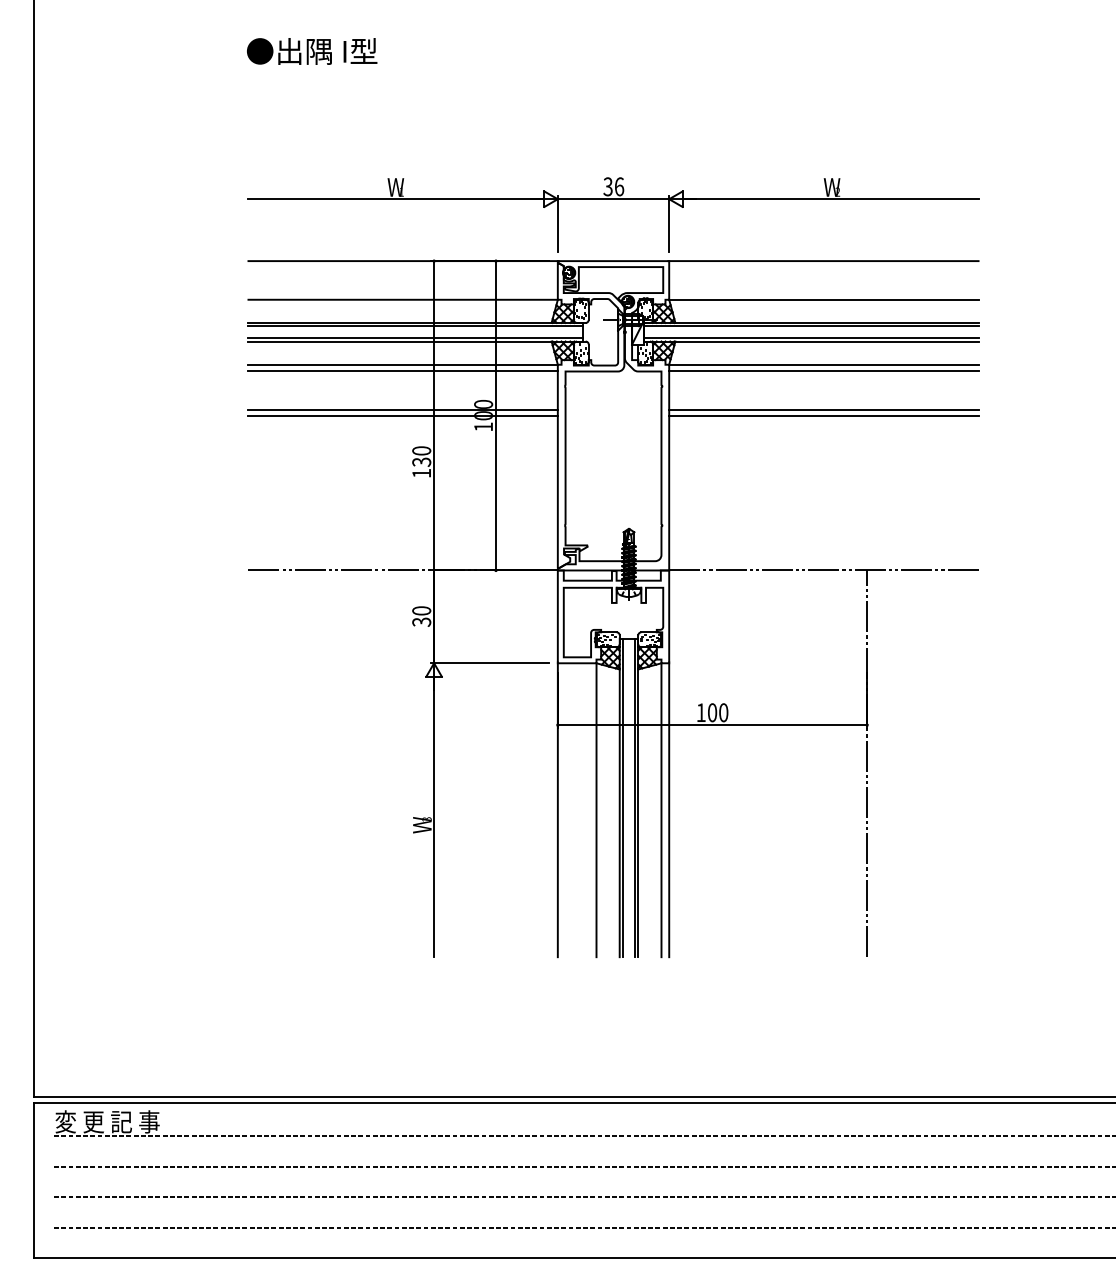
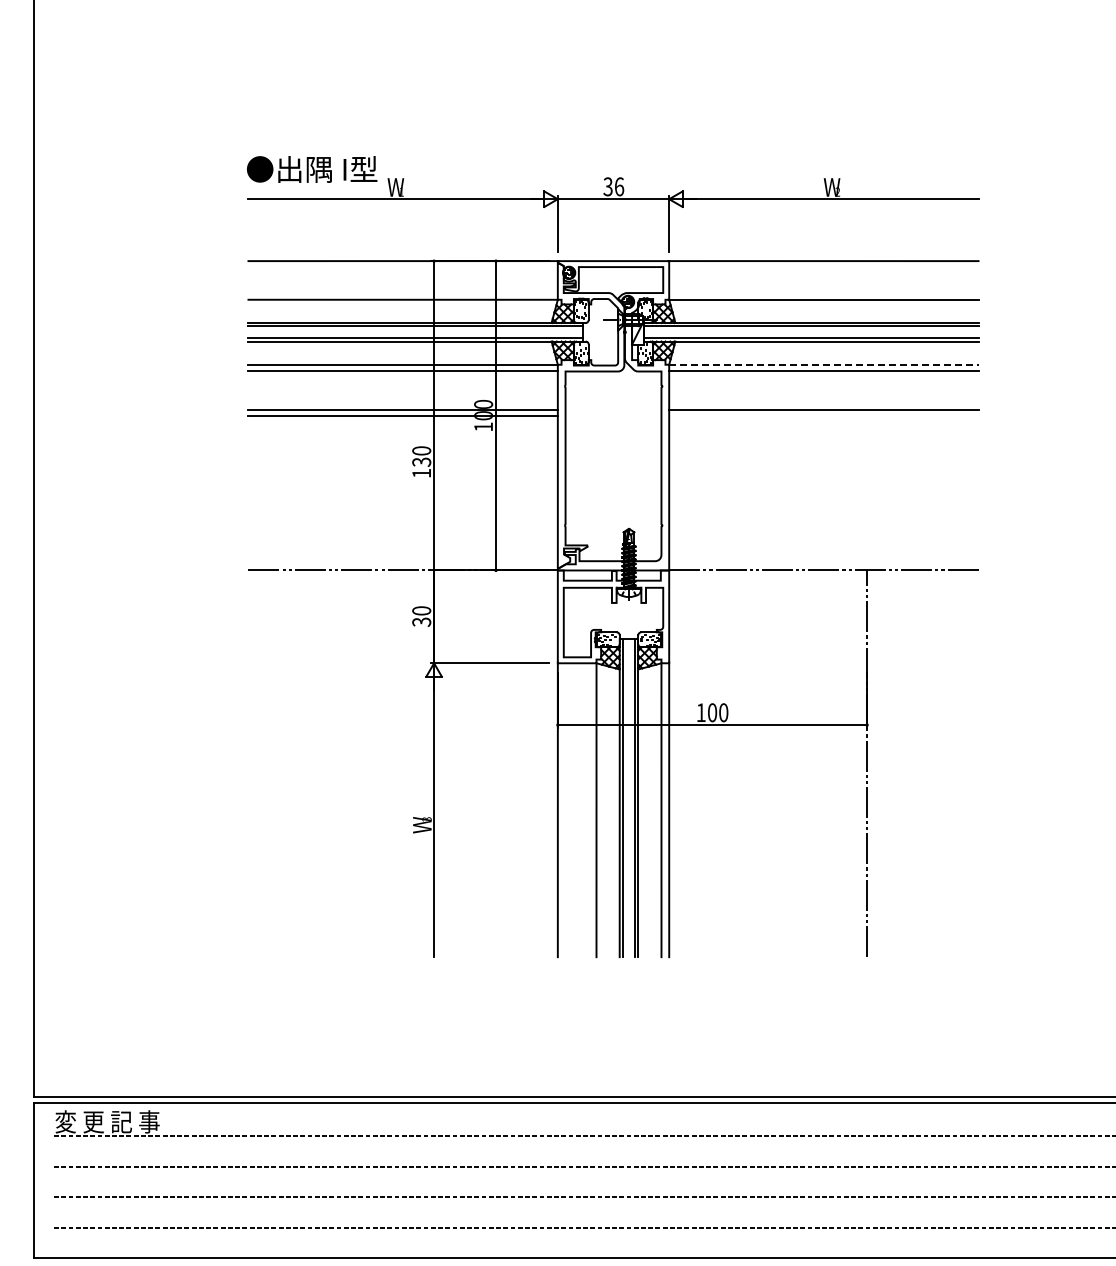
text at (312, 51) position: (312, 51) -> (312, 169)
line at (823, 364): solid -> dashed
line at (823, 415): present -> none
